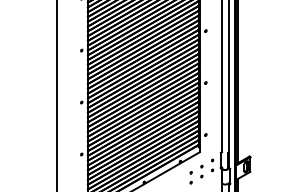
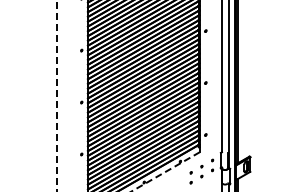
line at (56, 96): solid -> dashed
line at (165, 172): solid -> dashed
